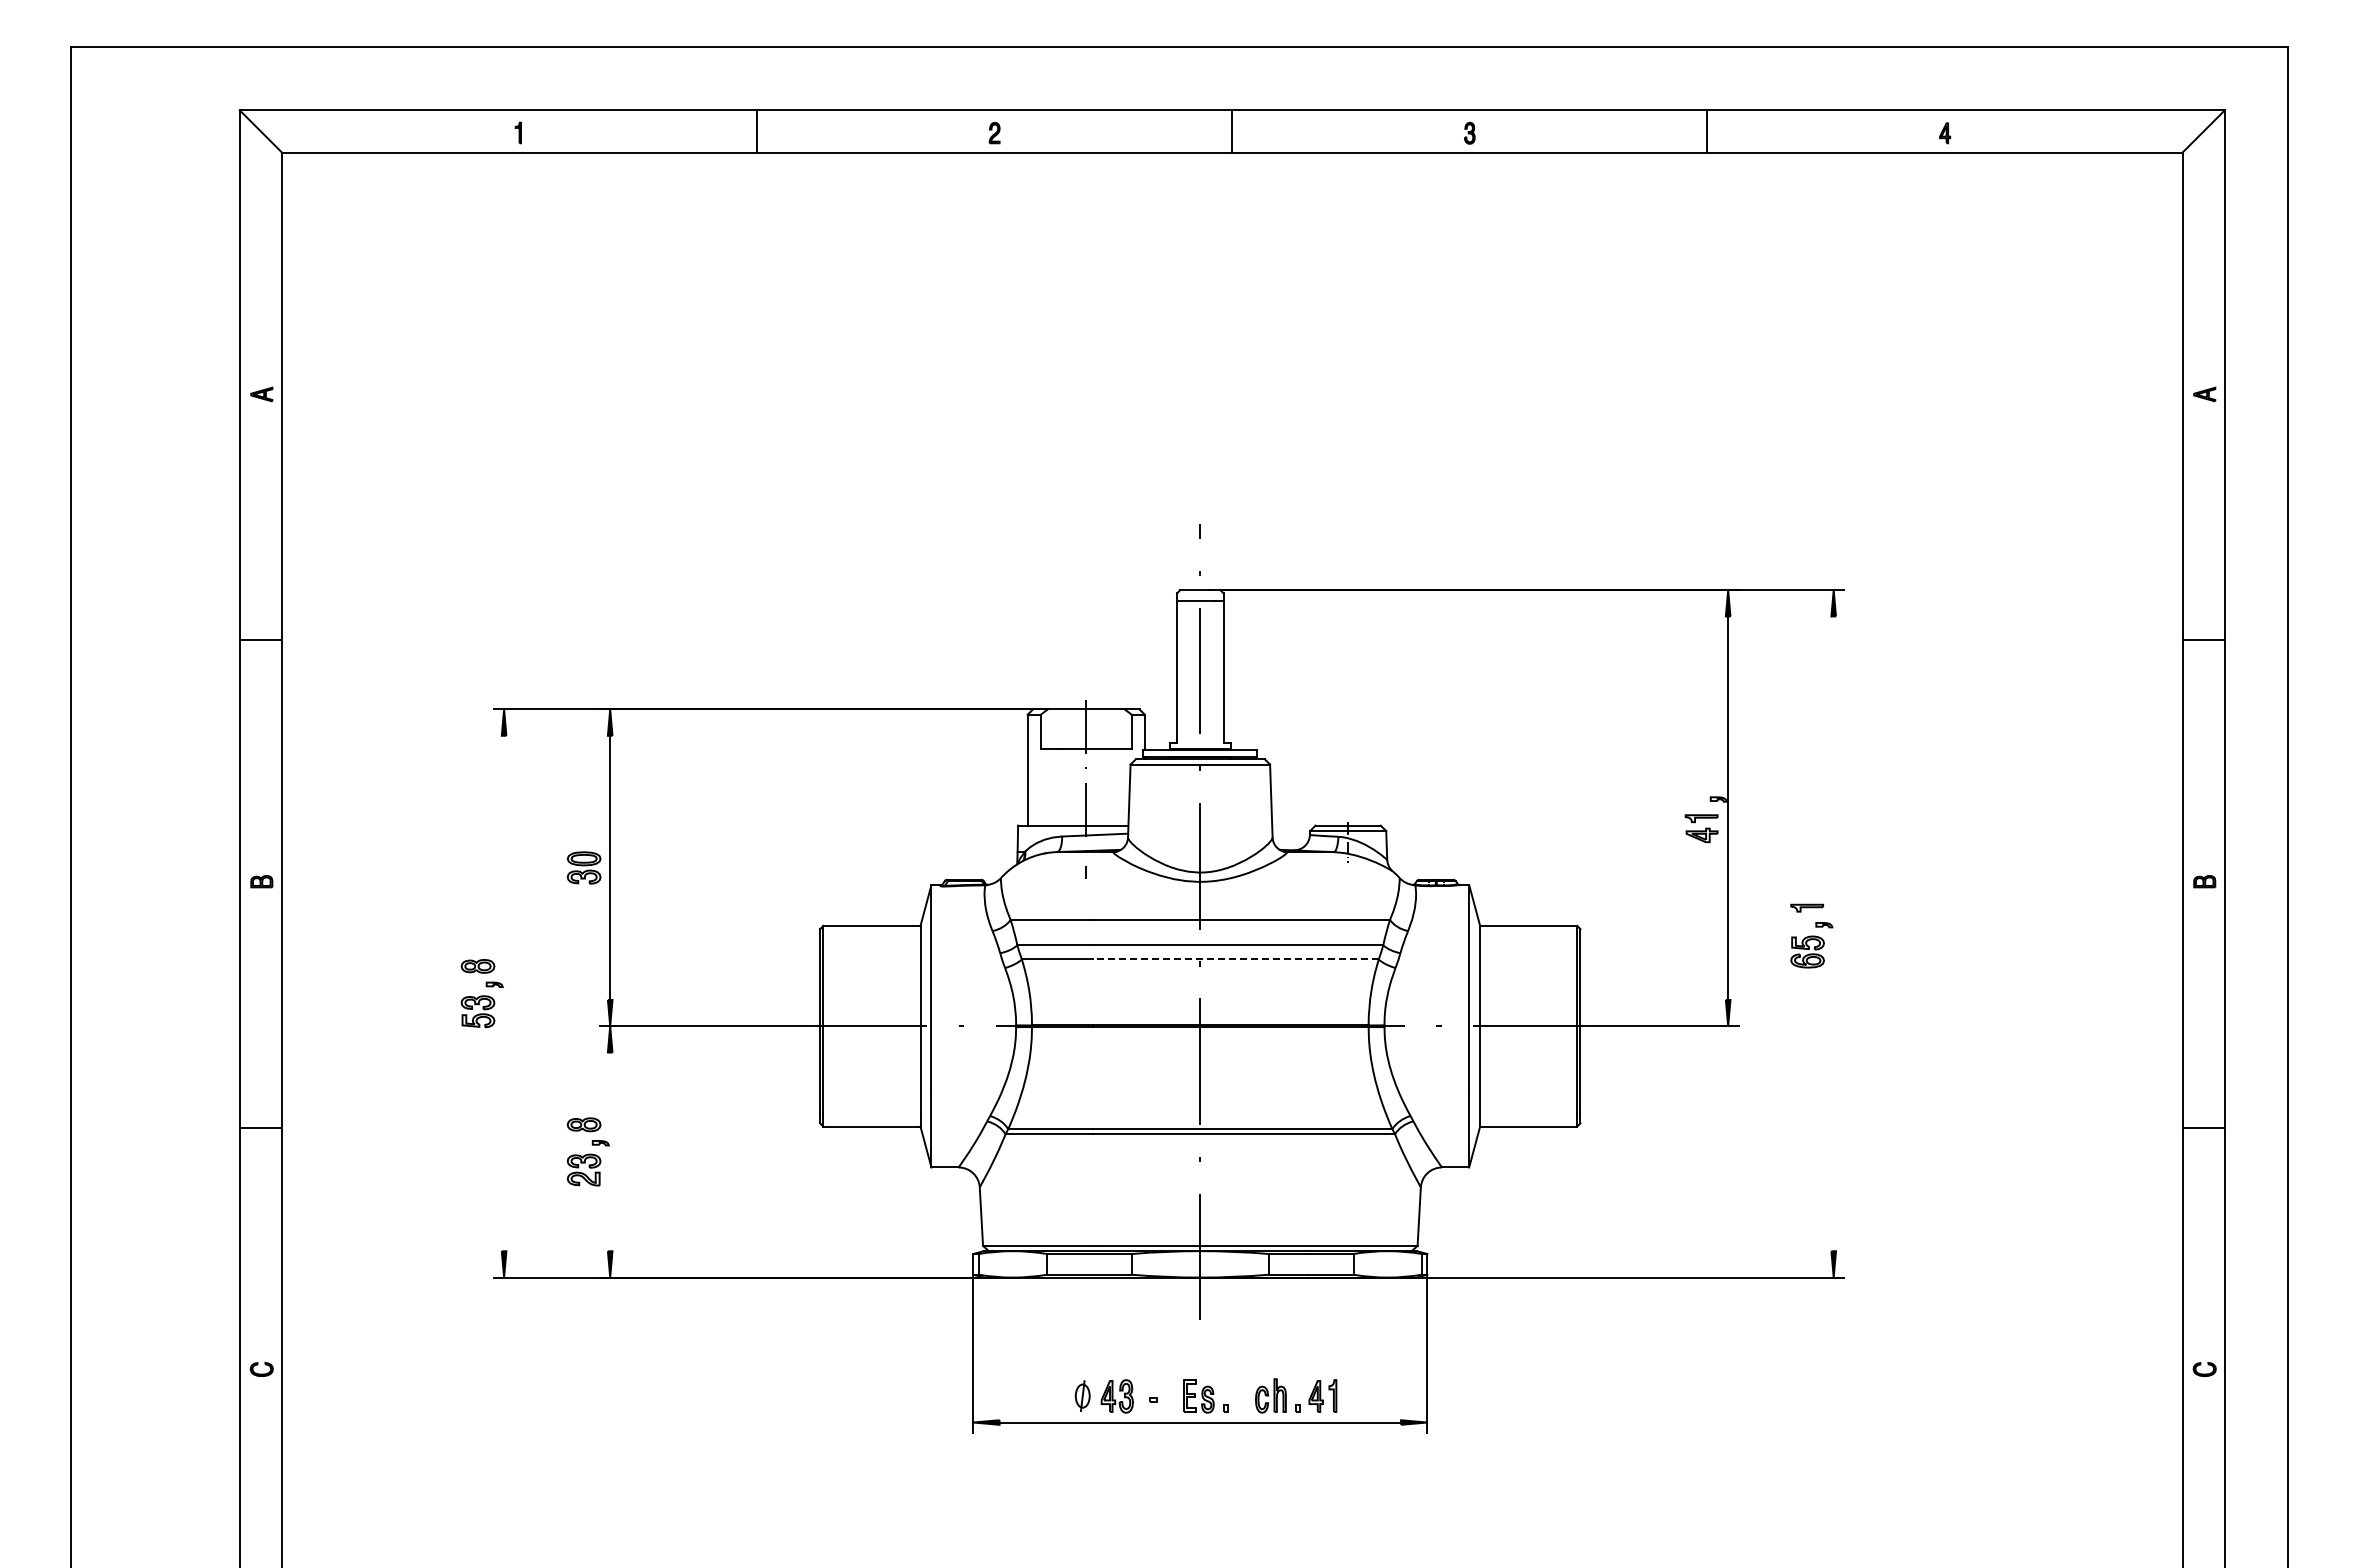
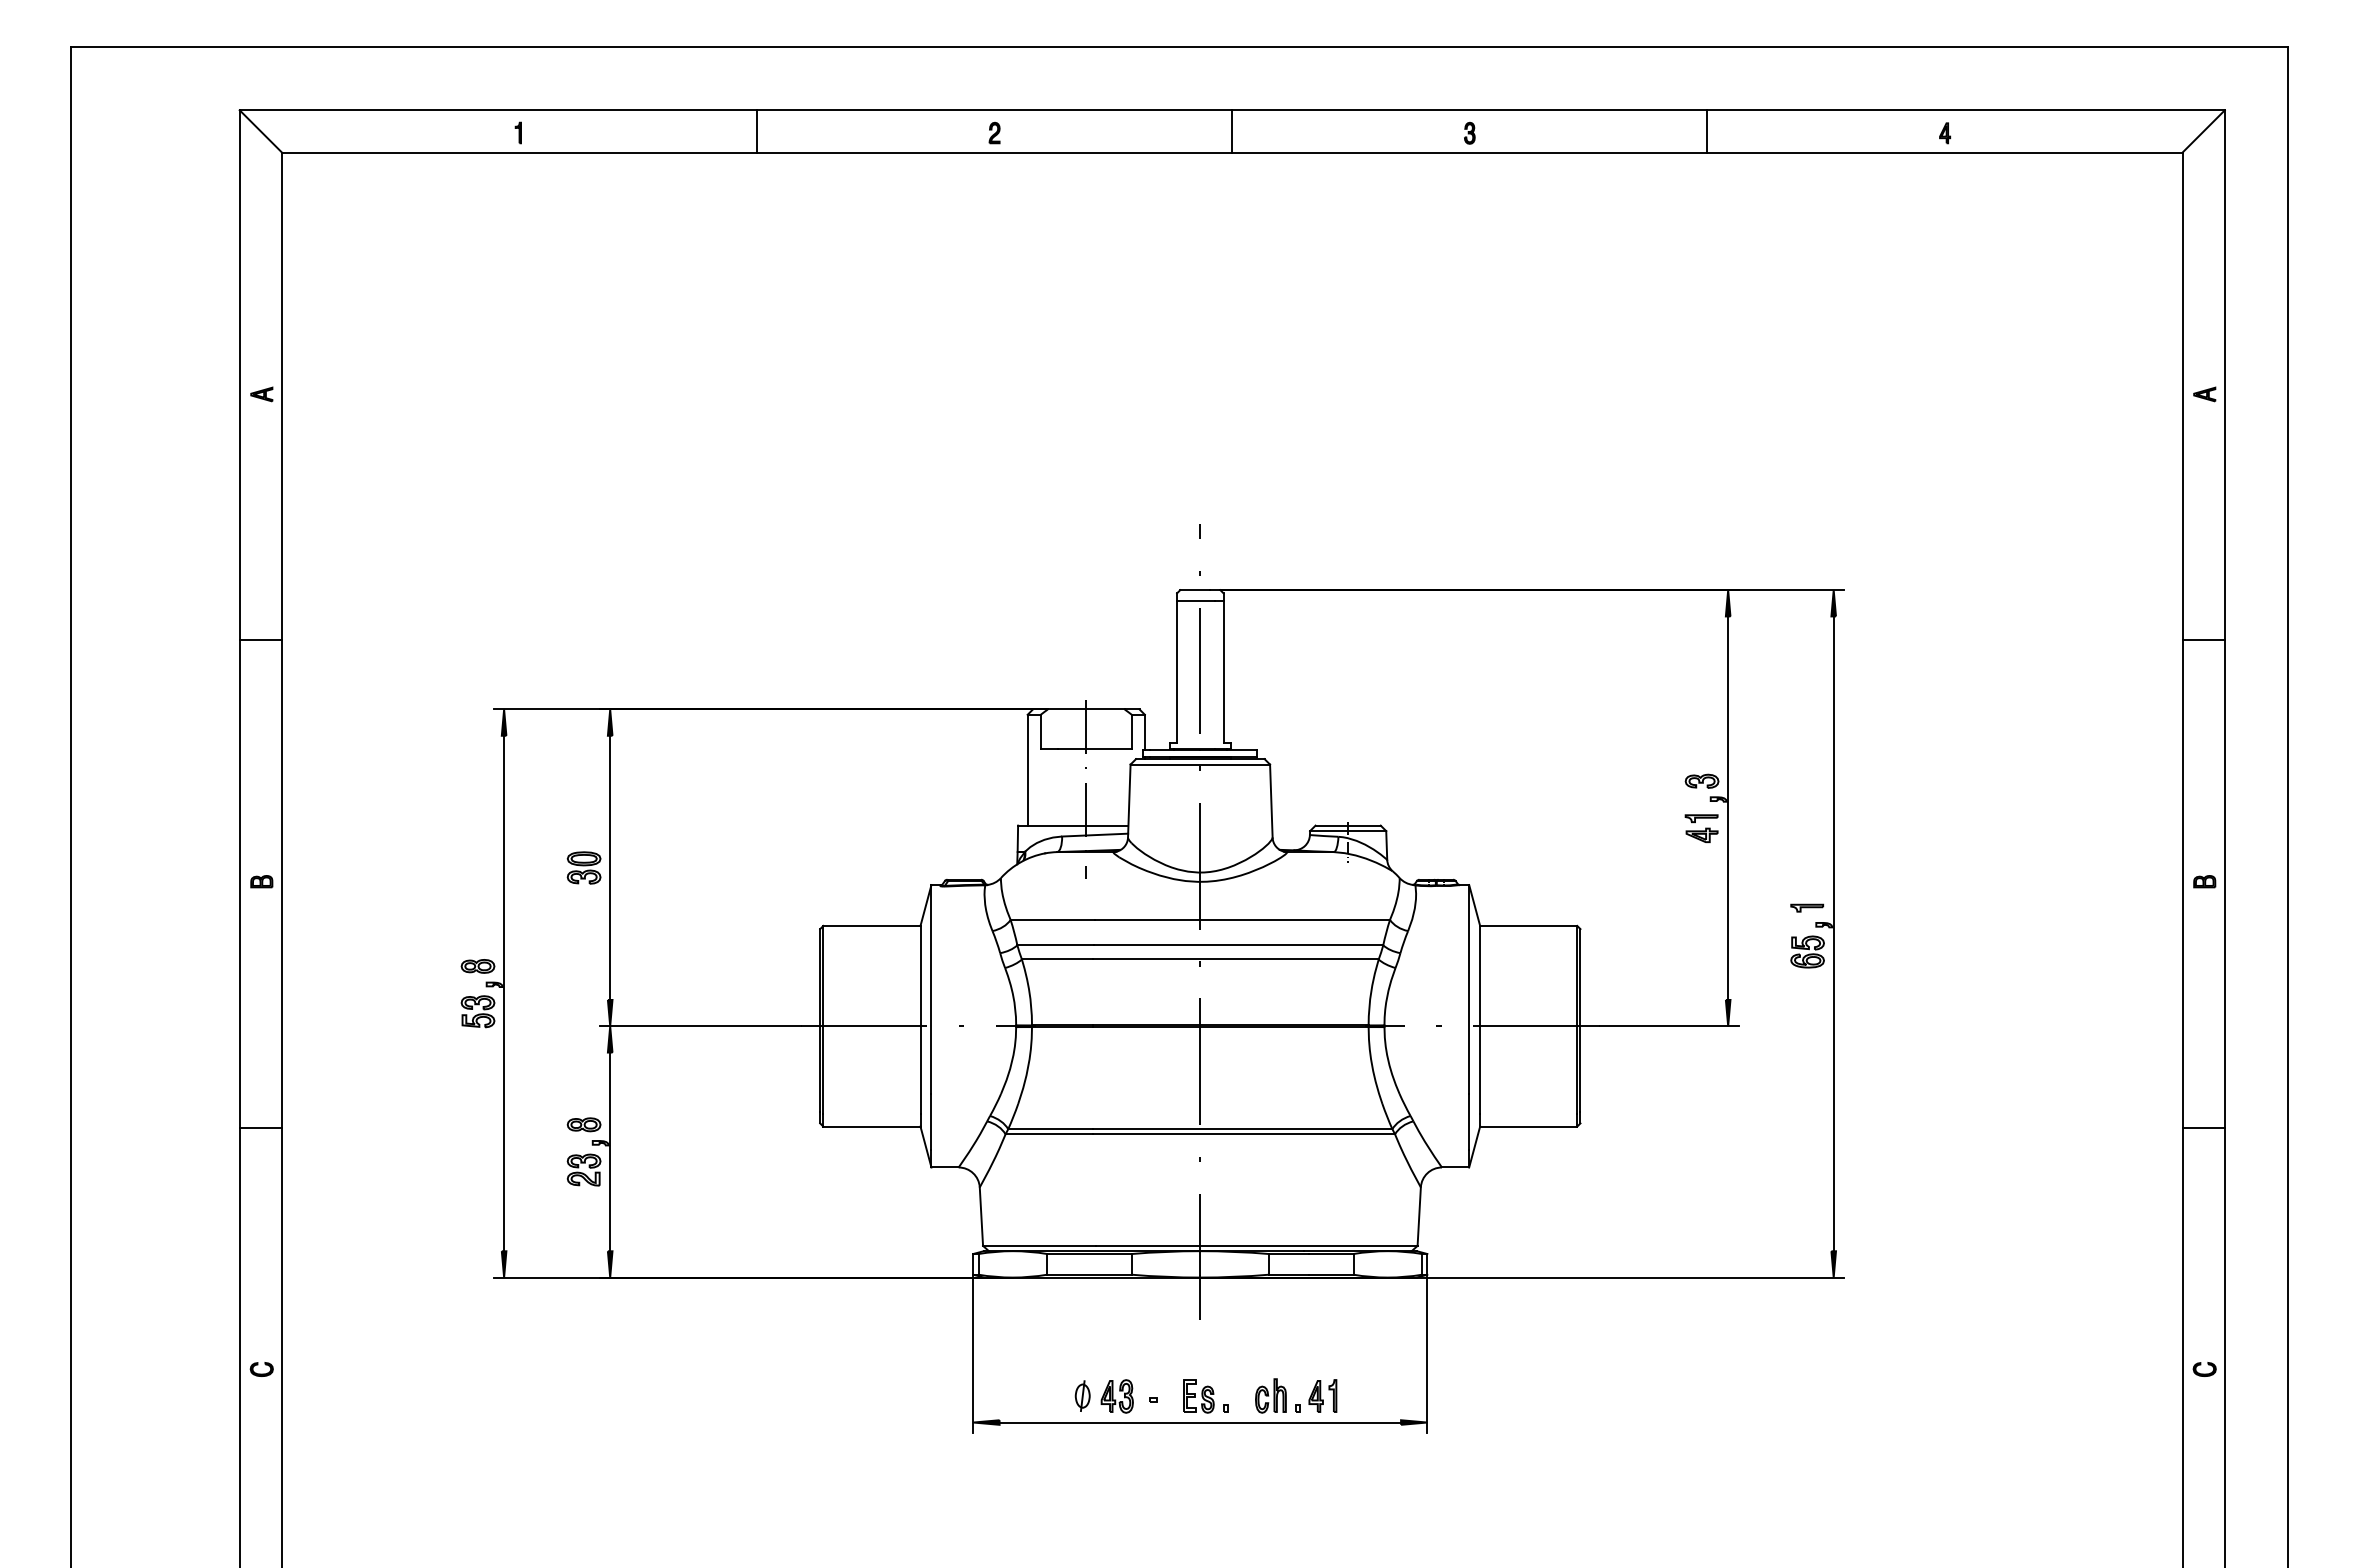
part at (1701, 780): none -> present
line at (1833, 933): none -> present
line at (1235, 959): dashed -> solid
line at (504, 993): none -> present
line at (610, 1151): none -> present
